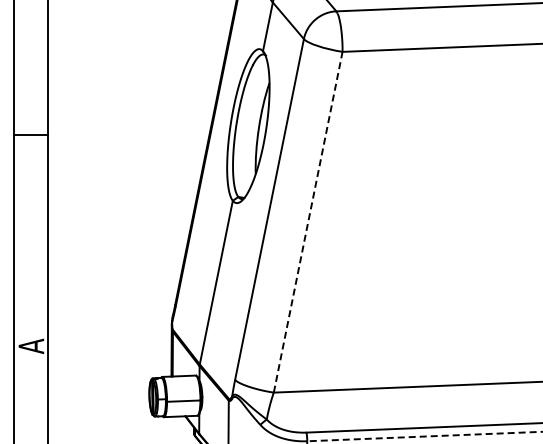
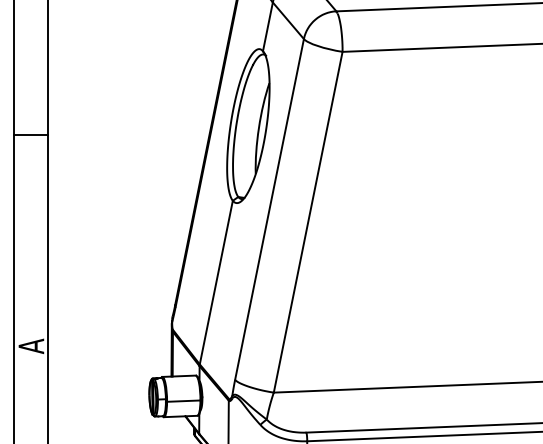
line at (308, 222): dashed -> solid
line at (425, 436): dashed -> solid
